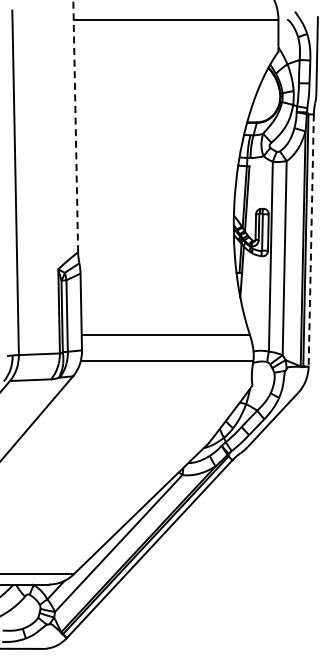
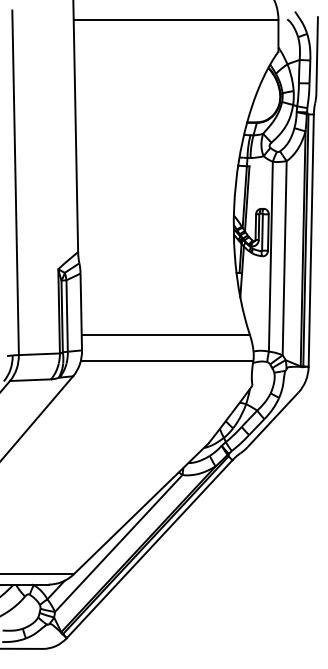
line at (75, 126): dashed -> solid
line at (311, 241): dashed -> solid
